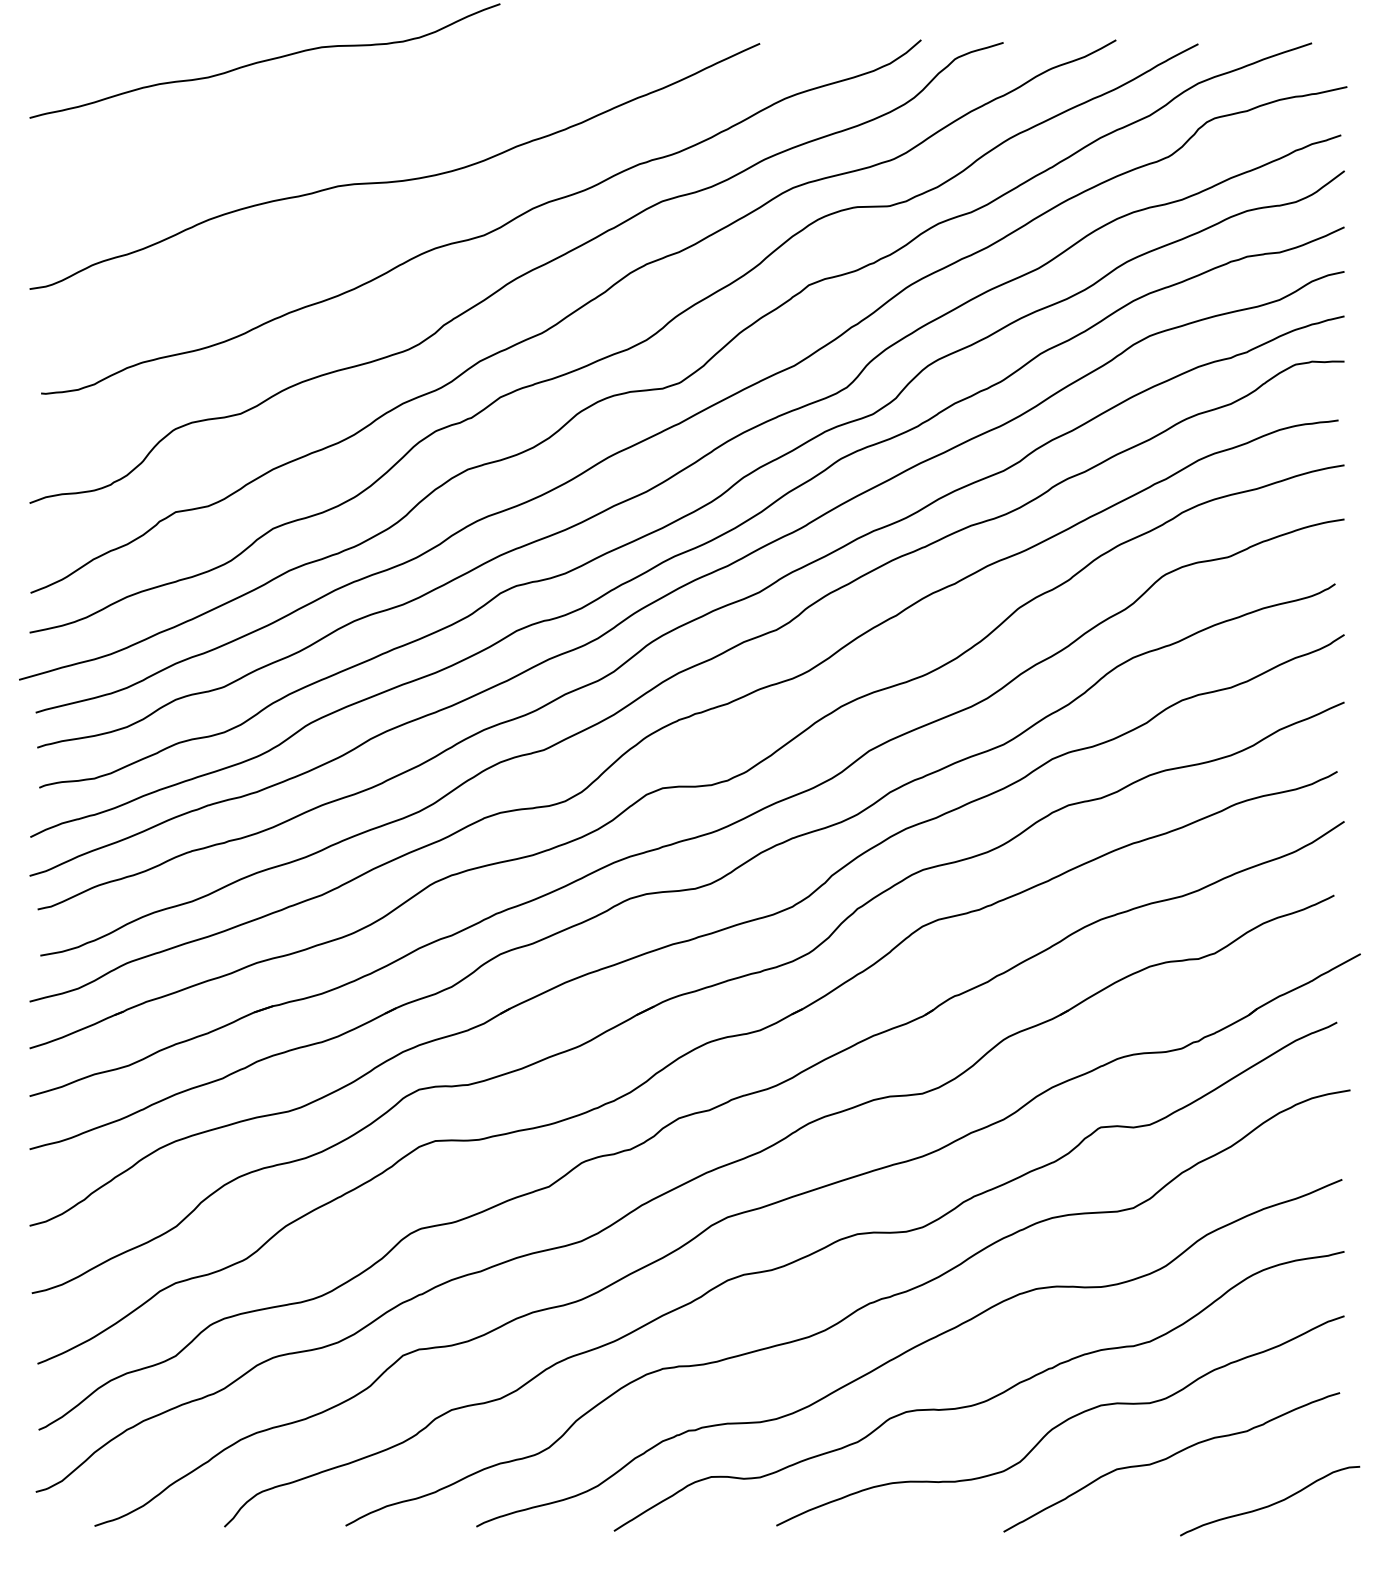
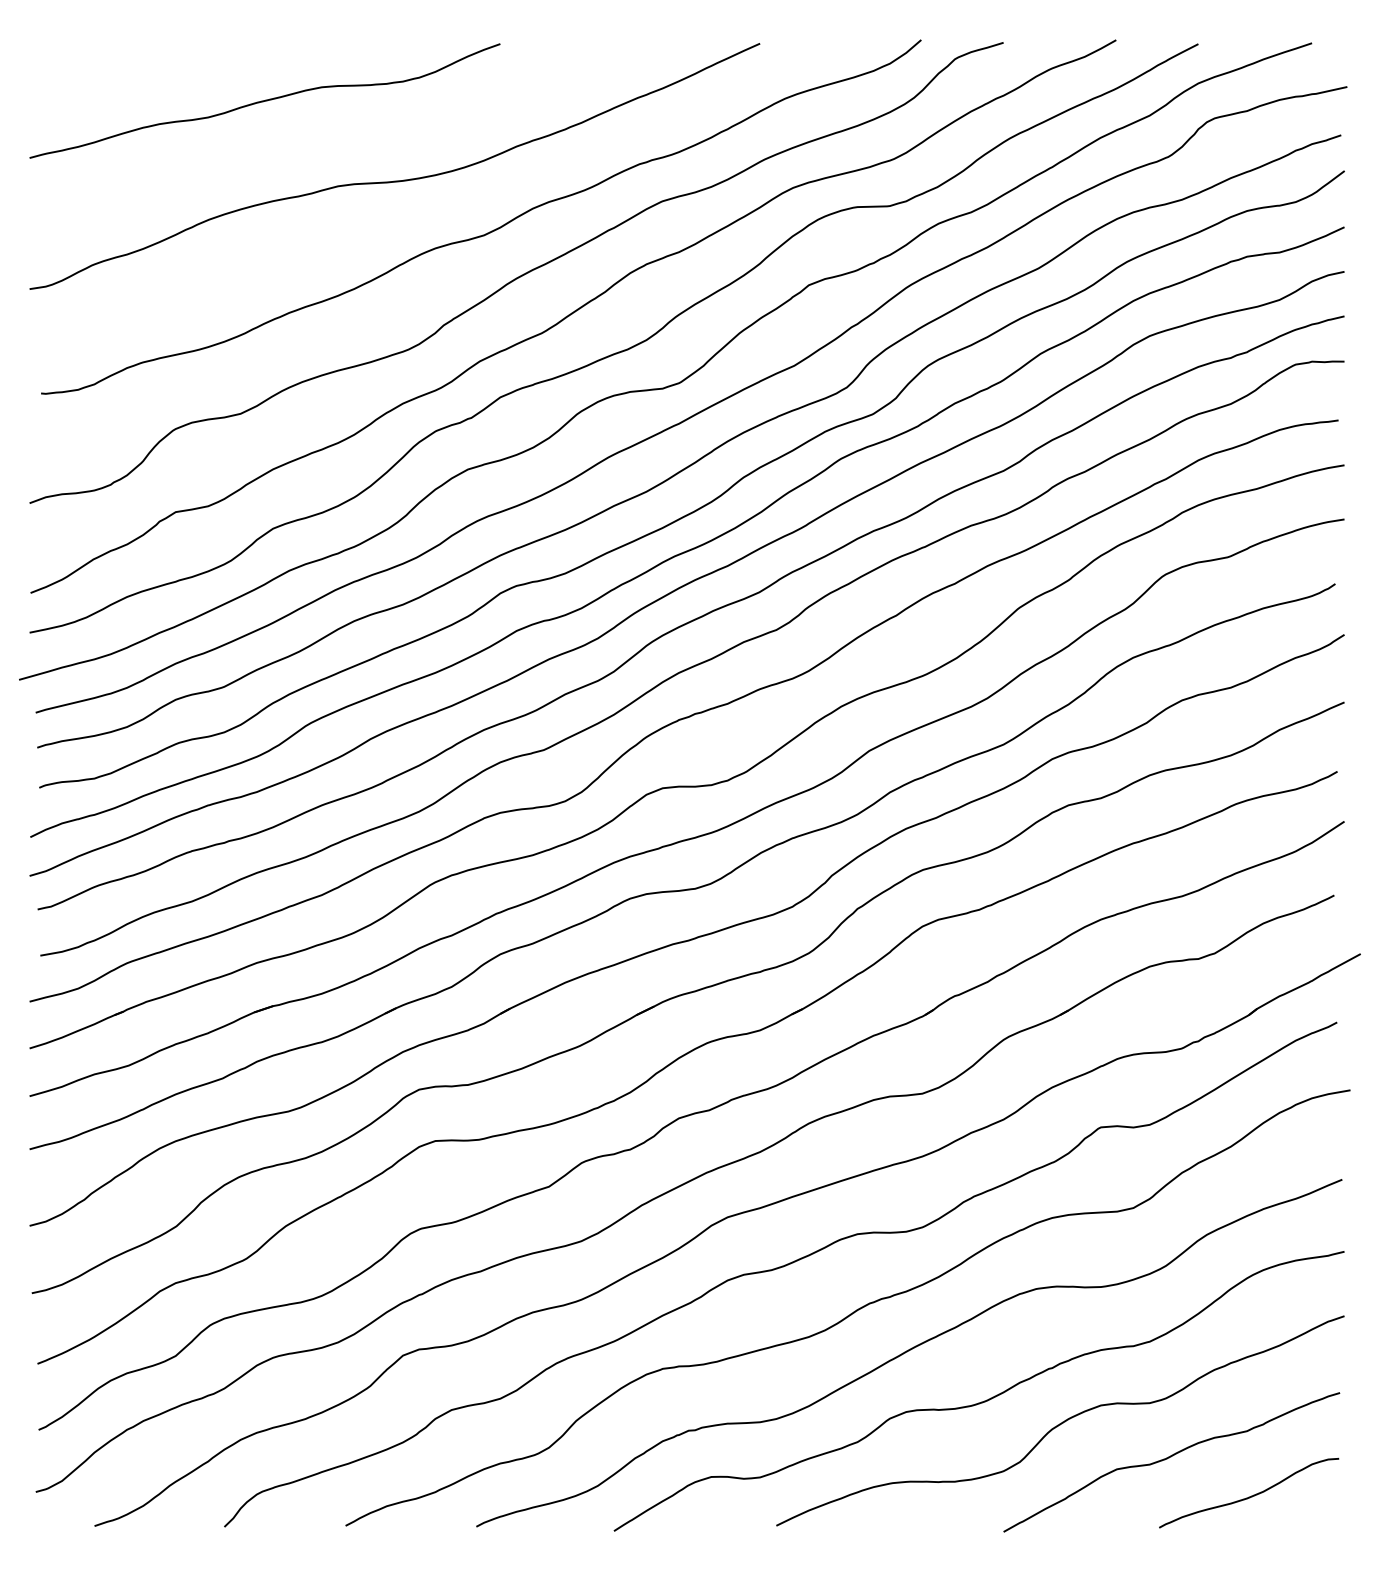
curve at (264, 60) position: (264, 60) -> (264, 100)
curve at (1272, 1503) position: (1272, 1503) -> (1251, 1495)
